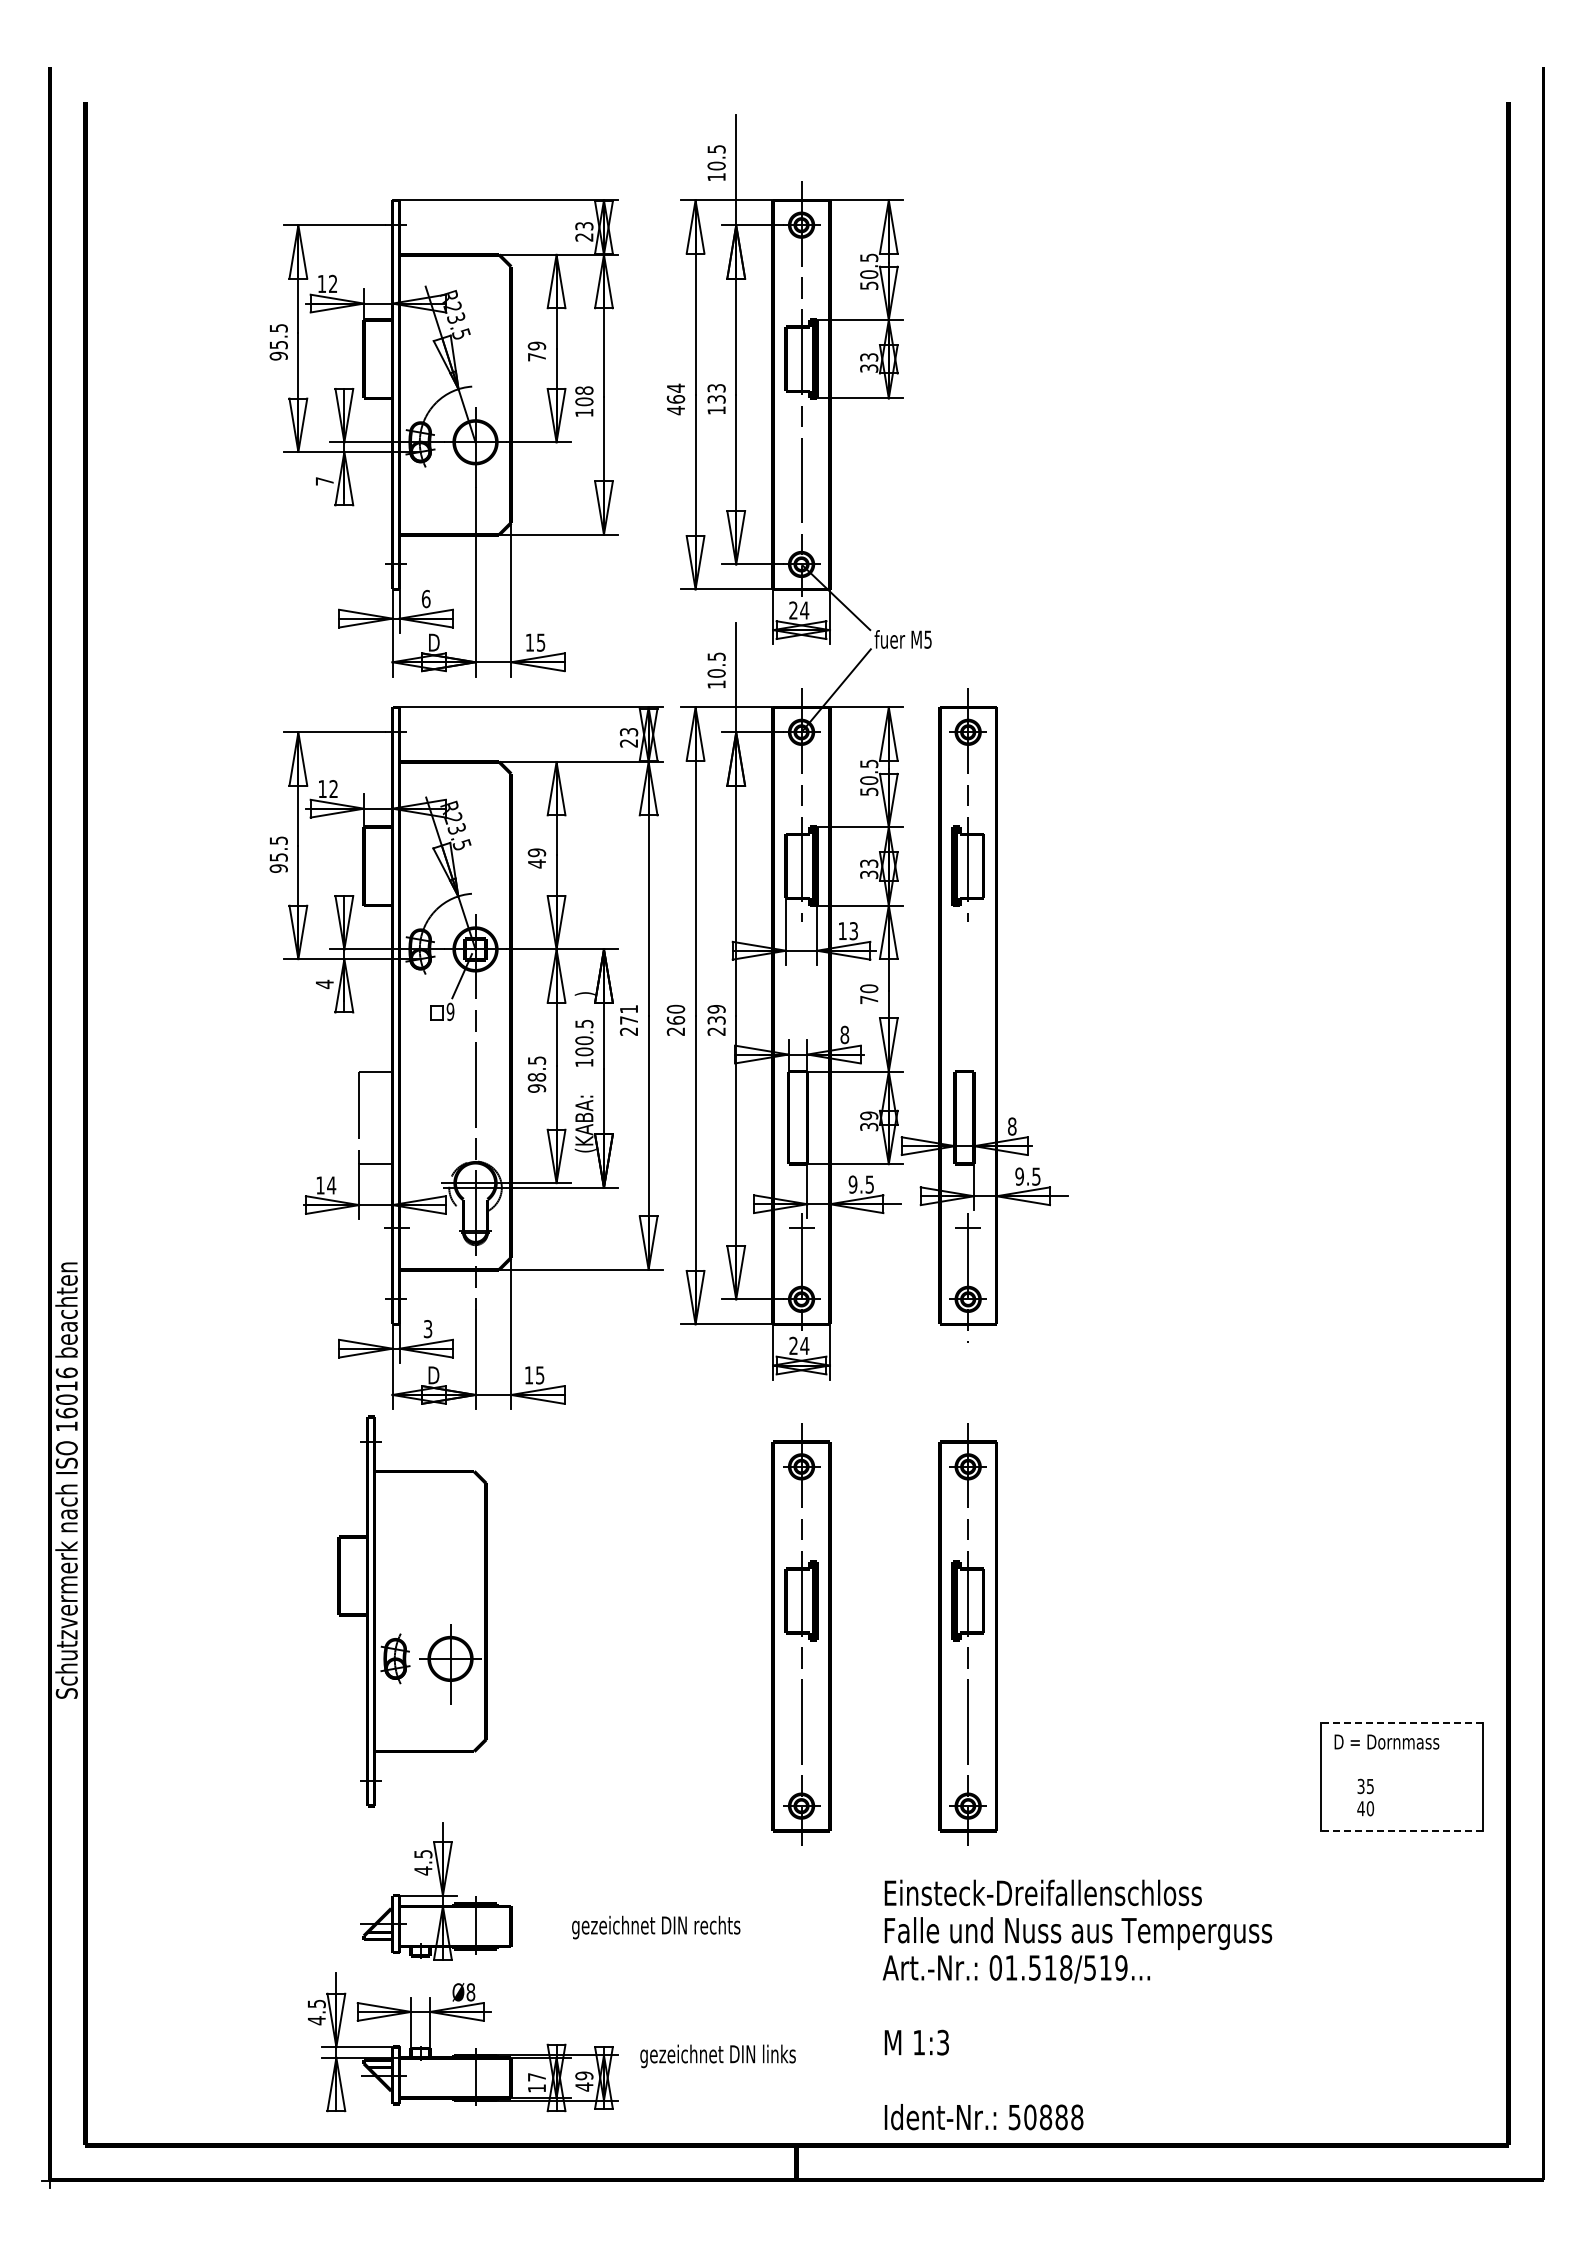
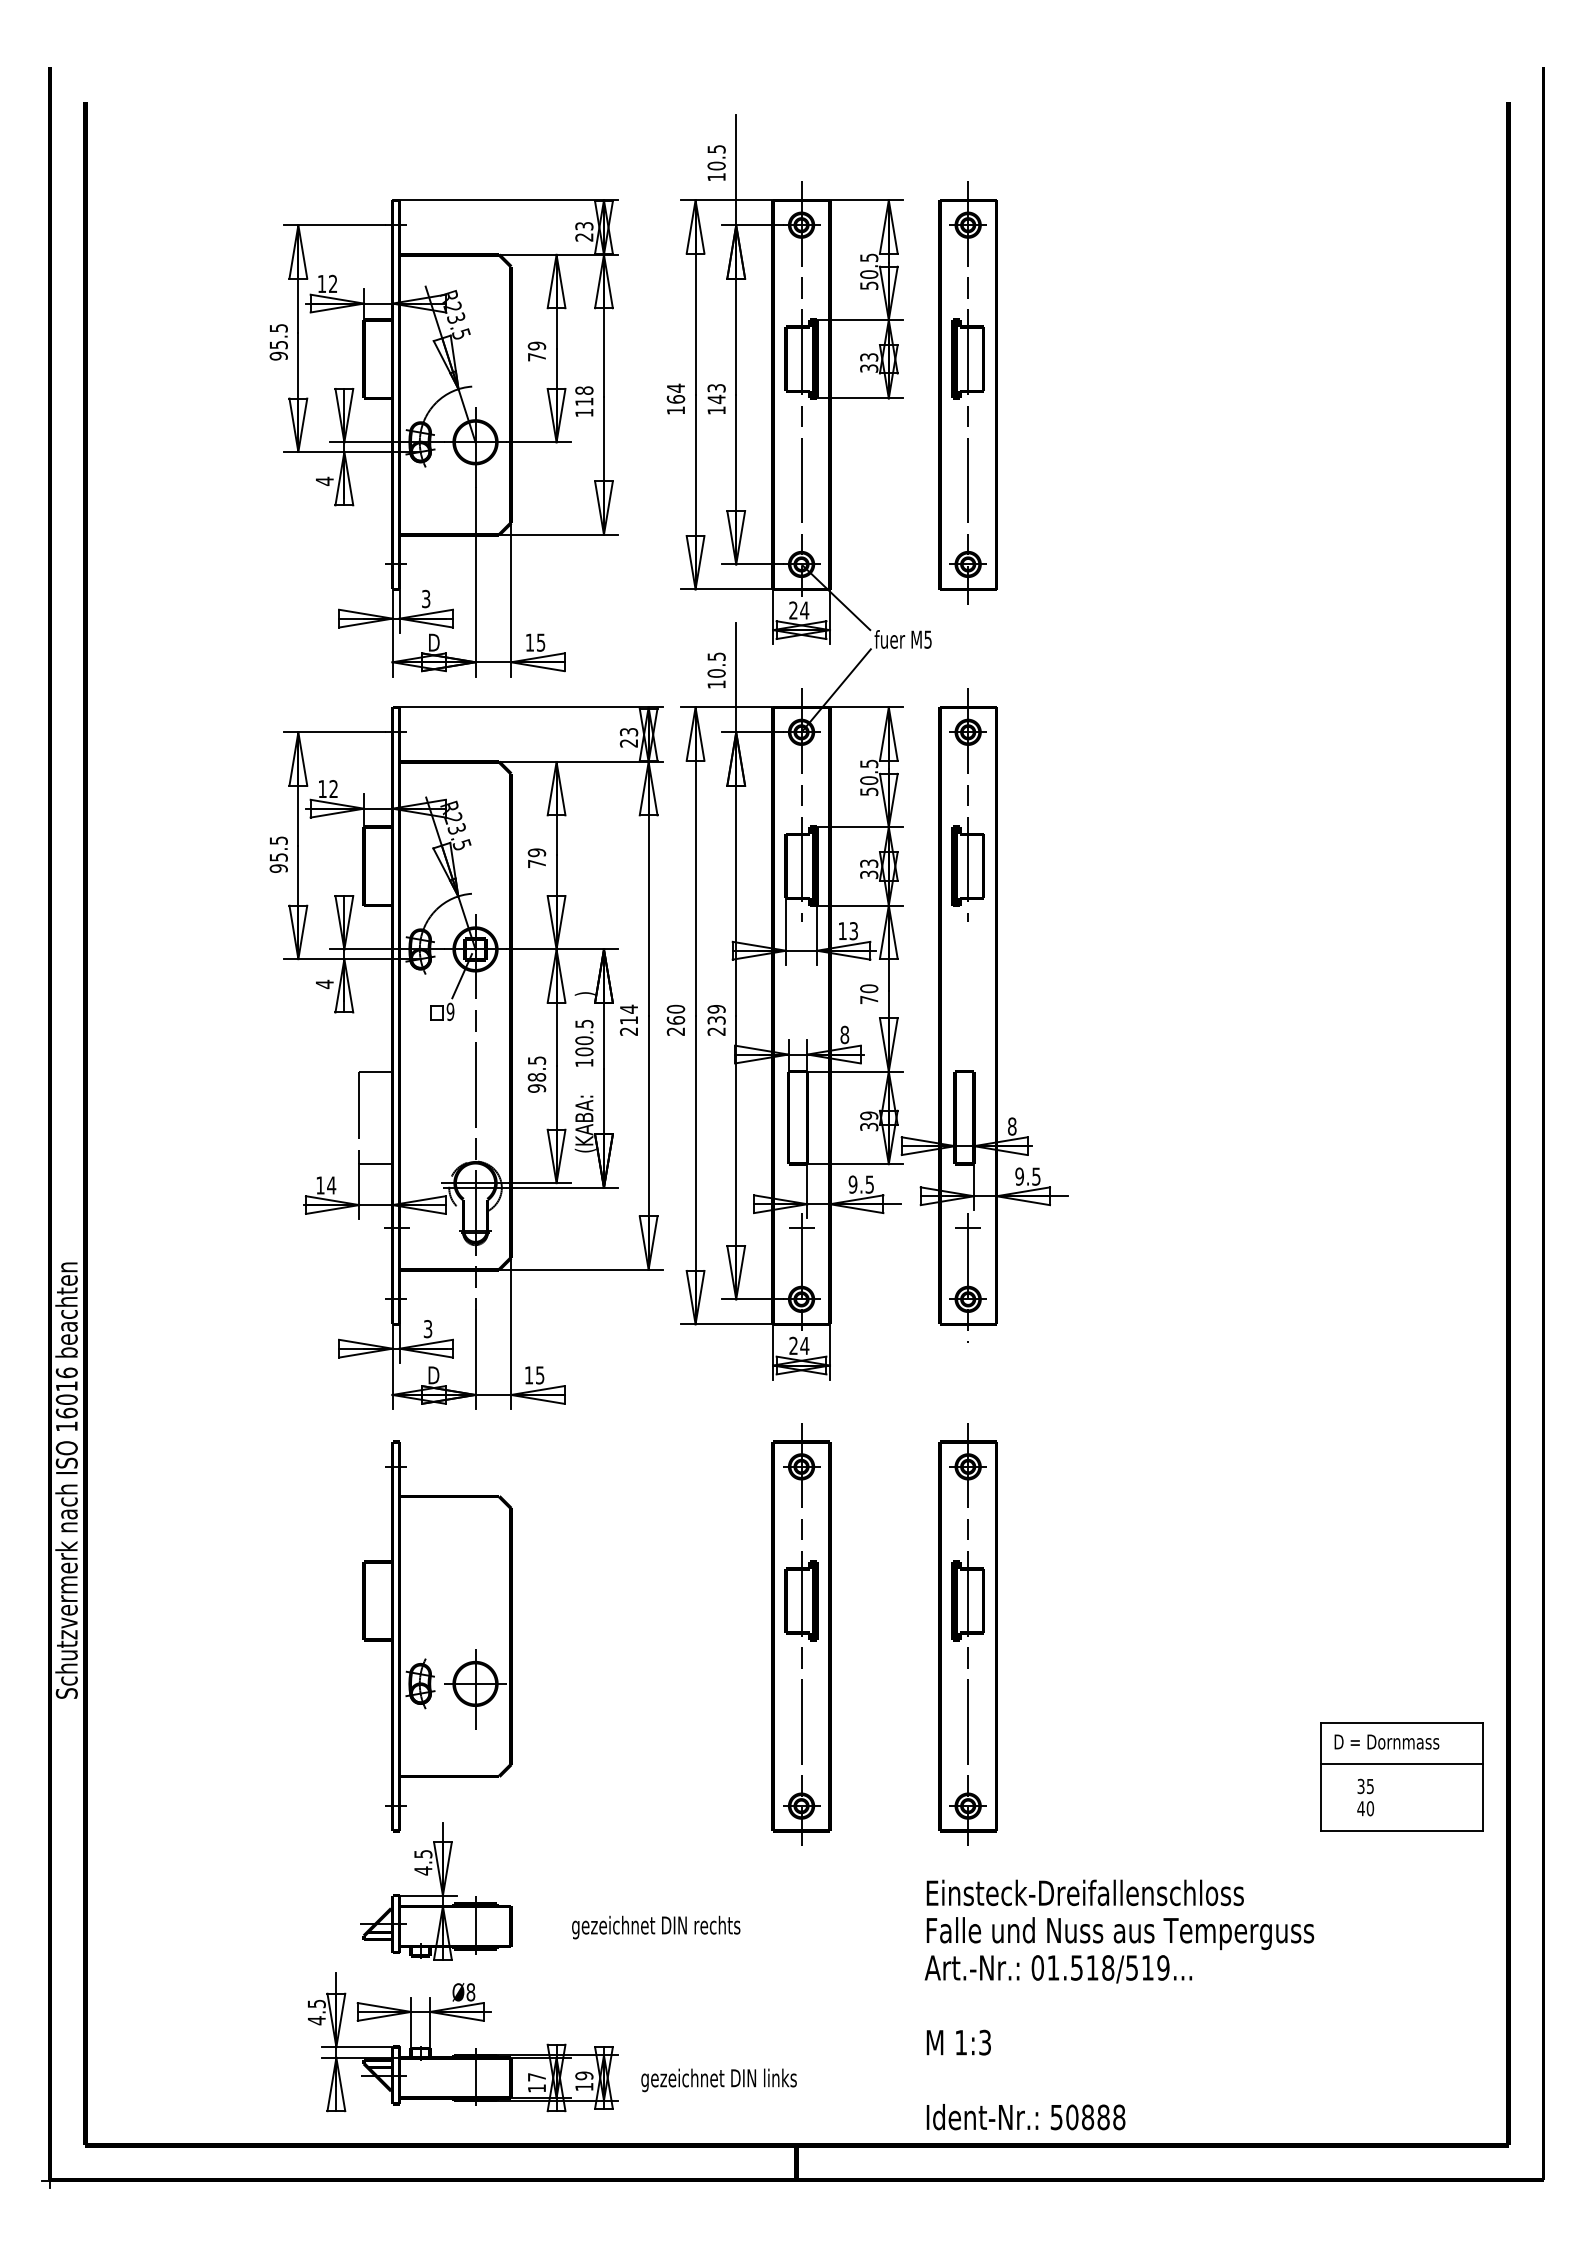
part at (967, 392): none -> present
text at (716, 399): 133 -> 143
text at (584, 401): 108 -> 118
text at (675, 410): 464 -> 164
text at (324, 481): 7 -> 4
text at (425, 598): 6 -> 3
text at (536, 863): 49 -> 79
text at (628, 1014): 271 -> 214
part at (412, 1611) position: (412, 1611) -> (437, 1636)
line at (1402, 1723): dashed -> solid
line at (1402, 1763): none -> present
line at (1402, 1830): dashed -> solid
text at (1077, 2004) position: (1077, 2004) -> (1119, 2004)
text at (717, 2056) position: (717, 2056) -> (718, 2080)
text at (584, 2086): 49 -> 19
